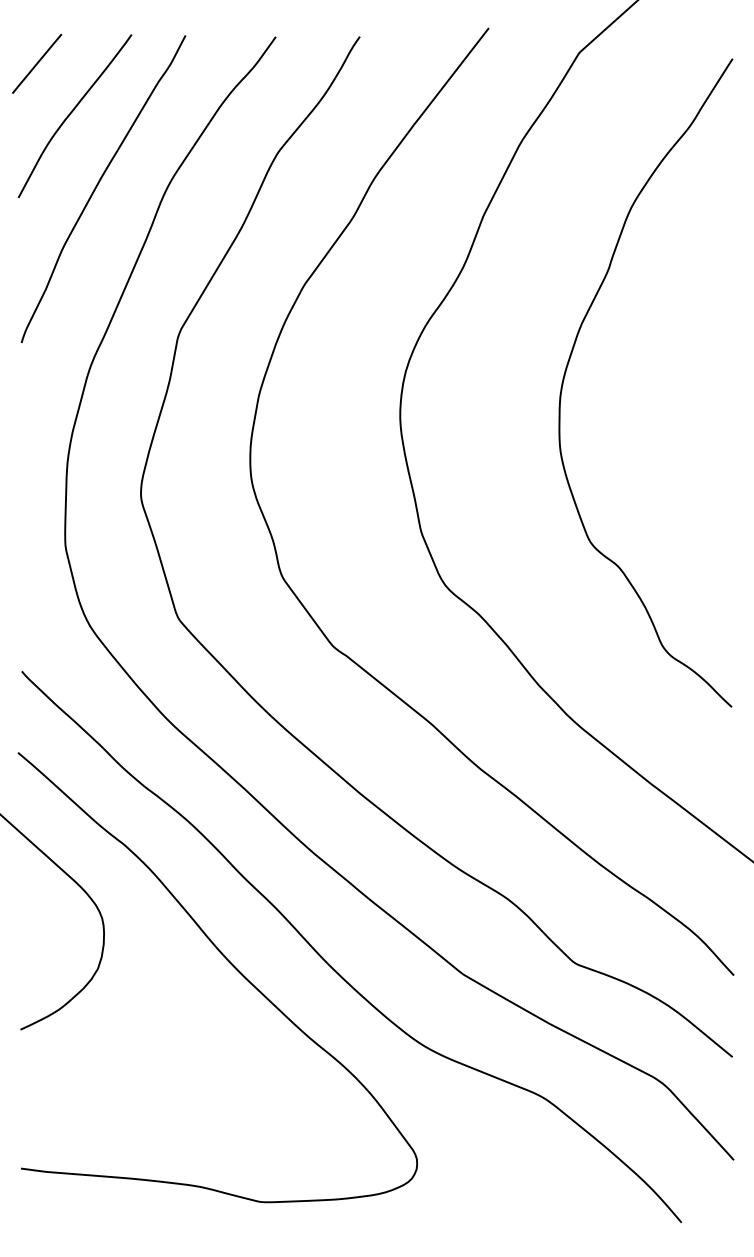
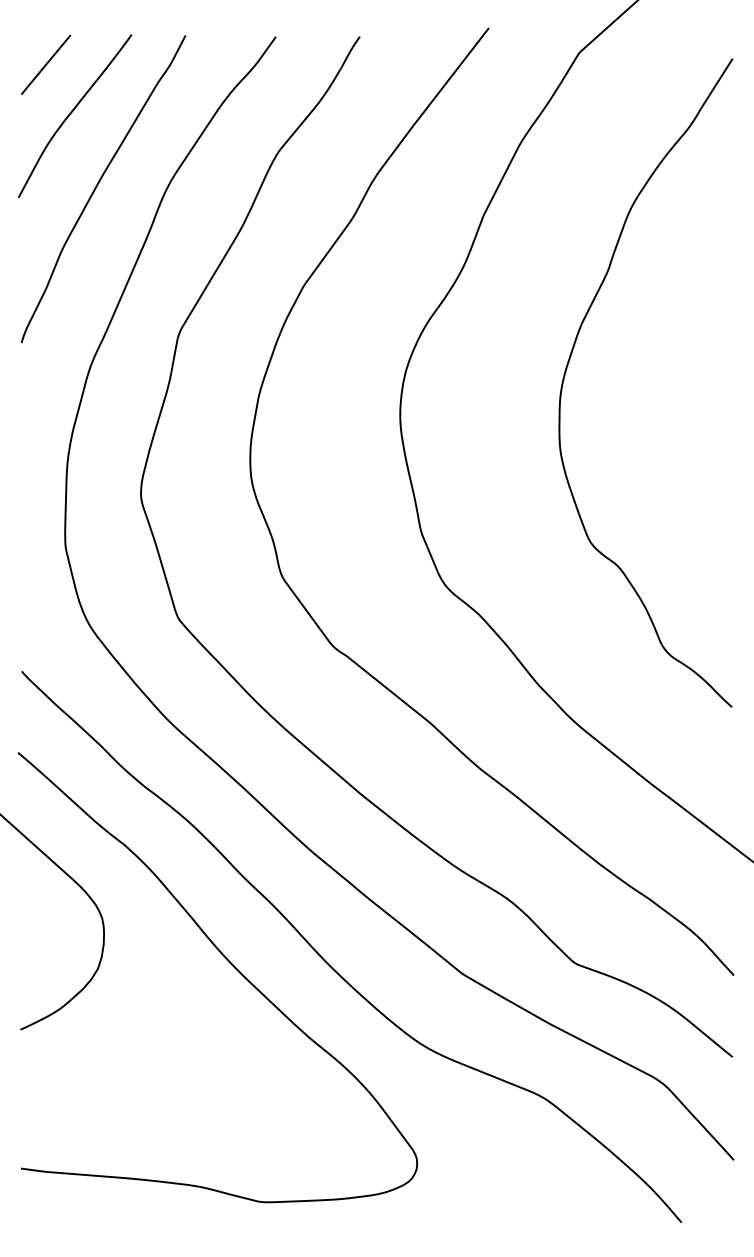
line at (37, 63) position: (37, 63) -> (46, 64)
